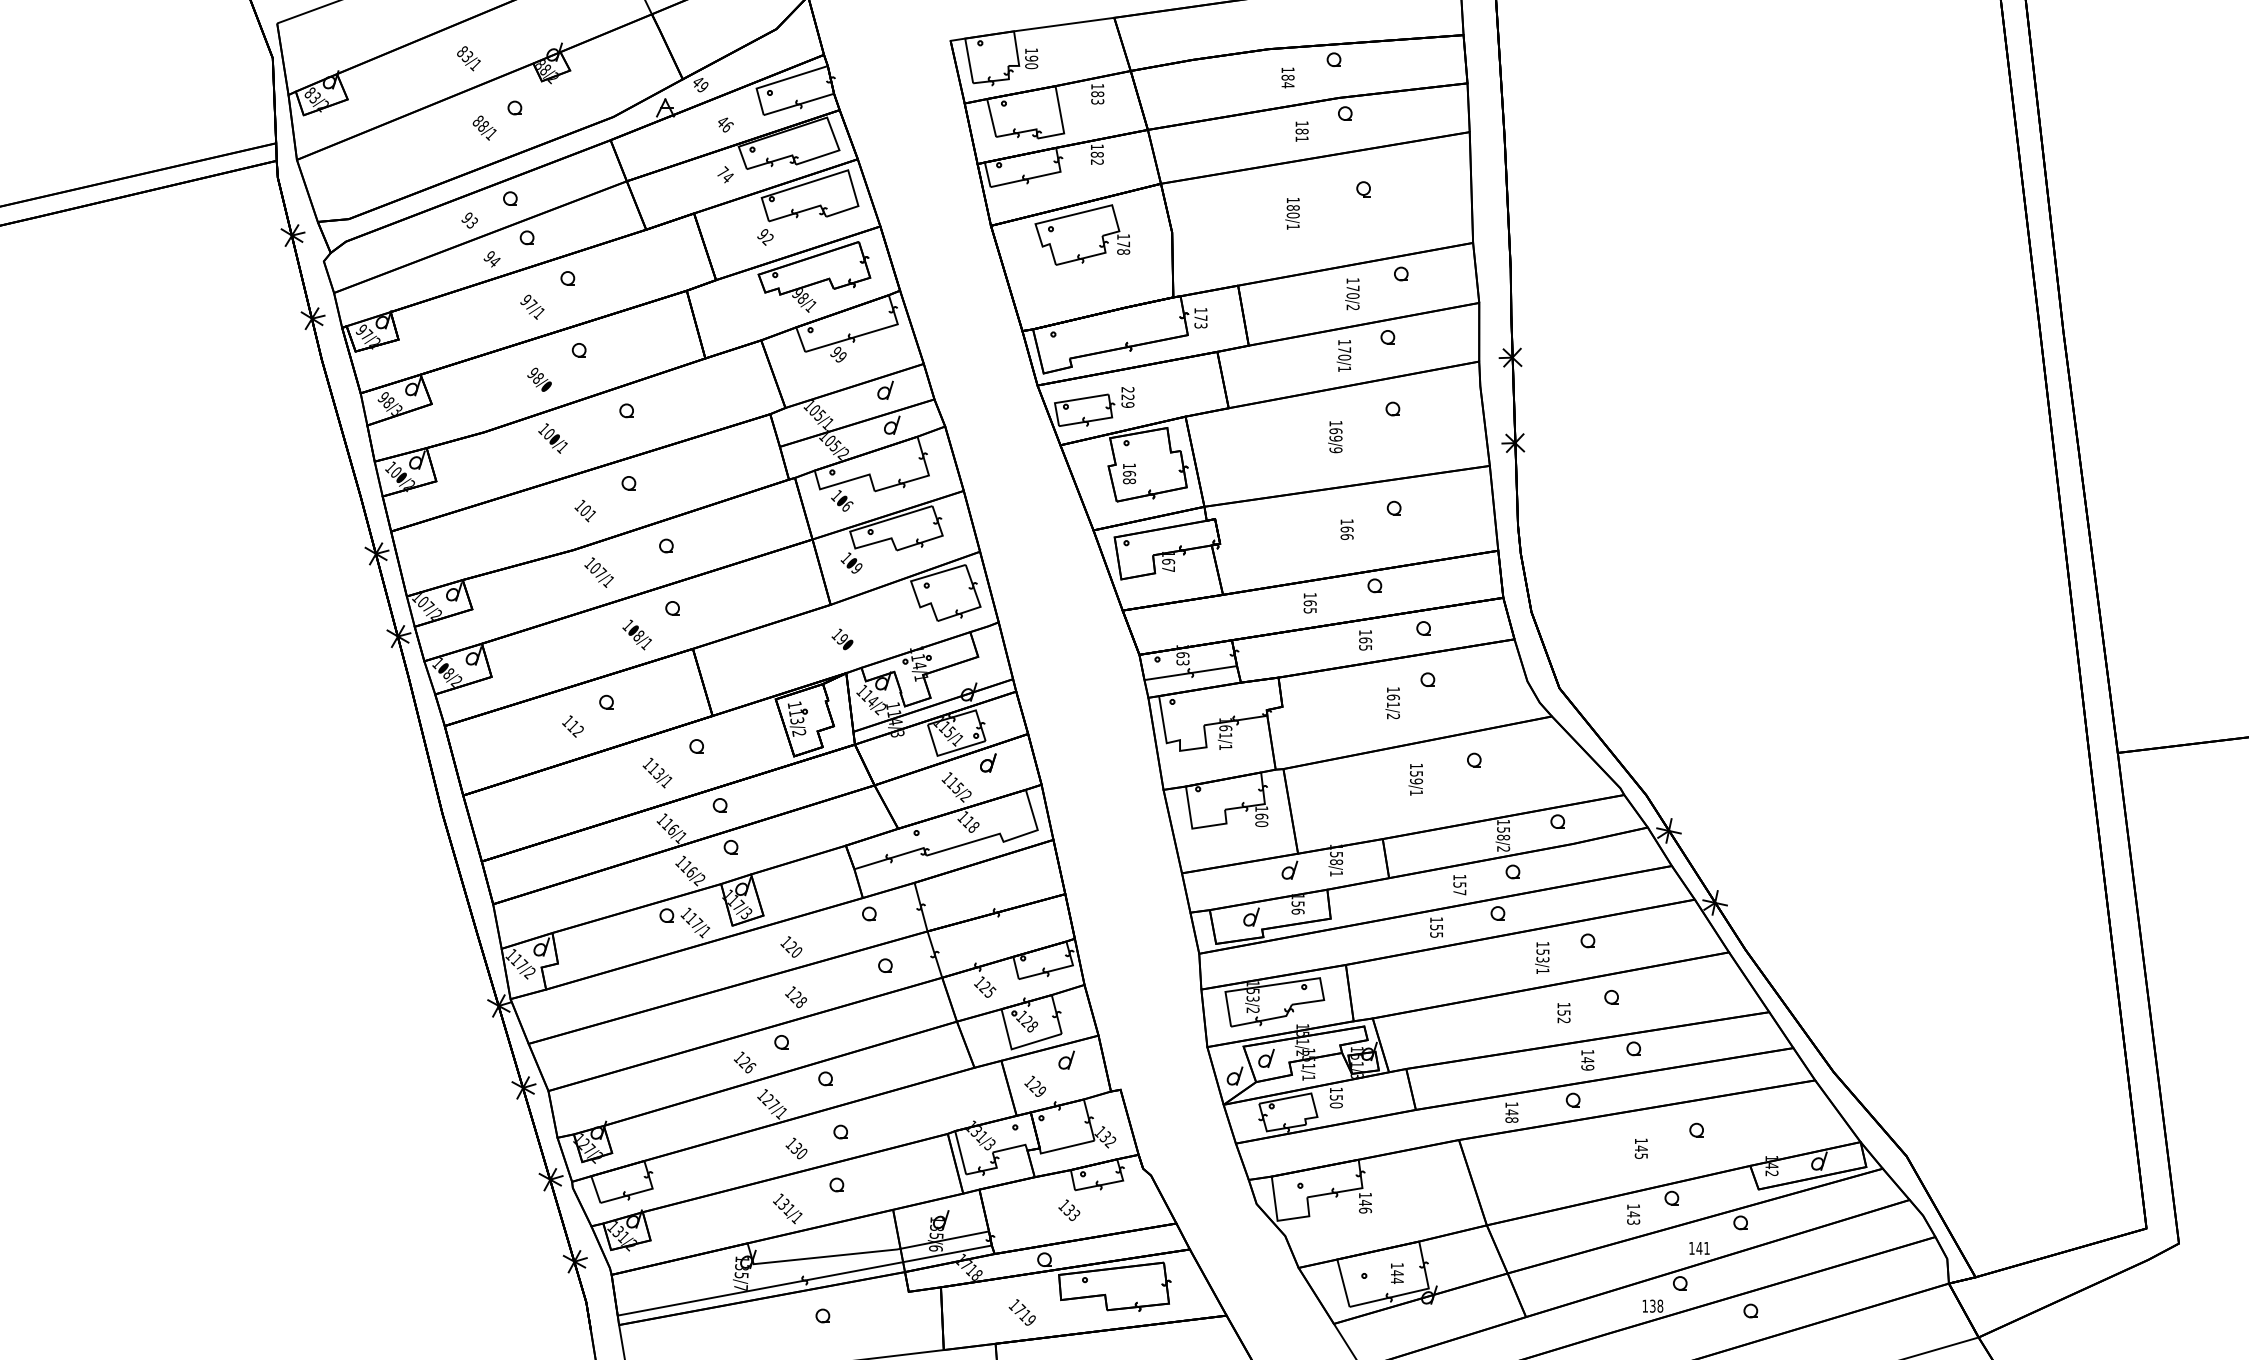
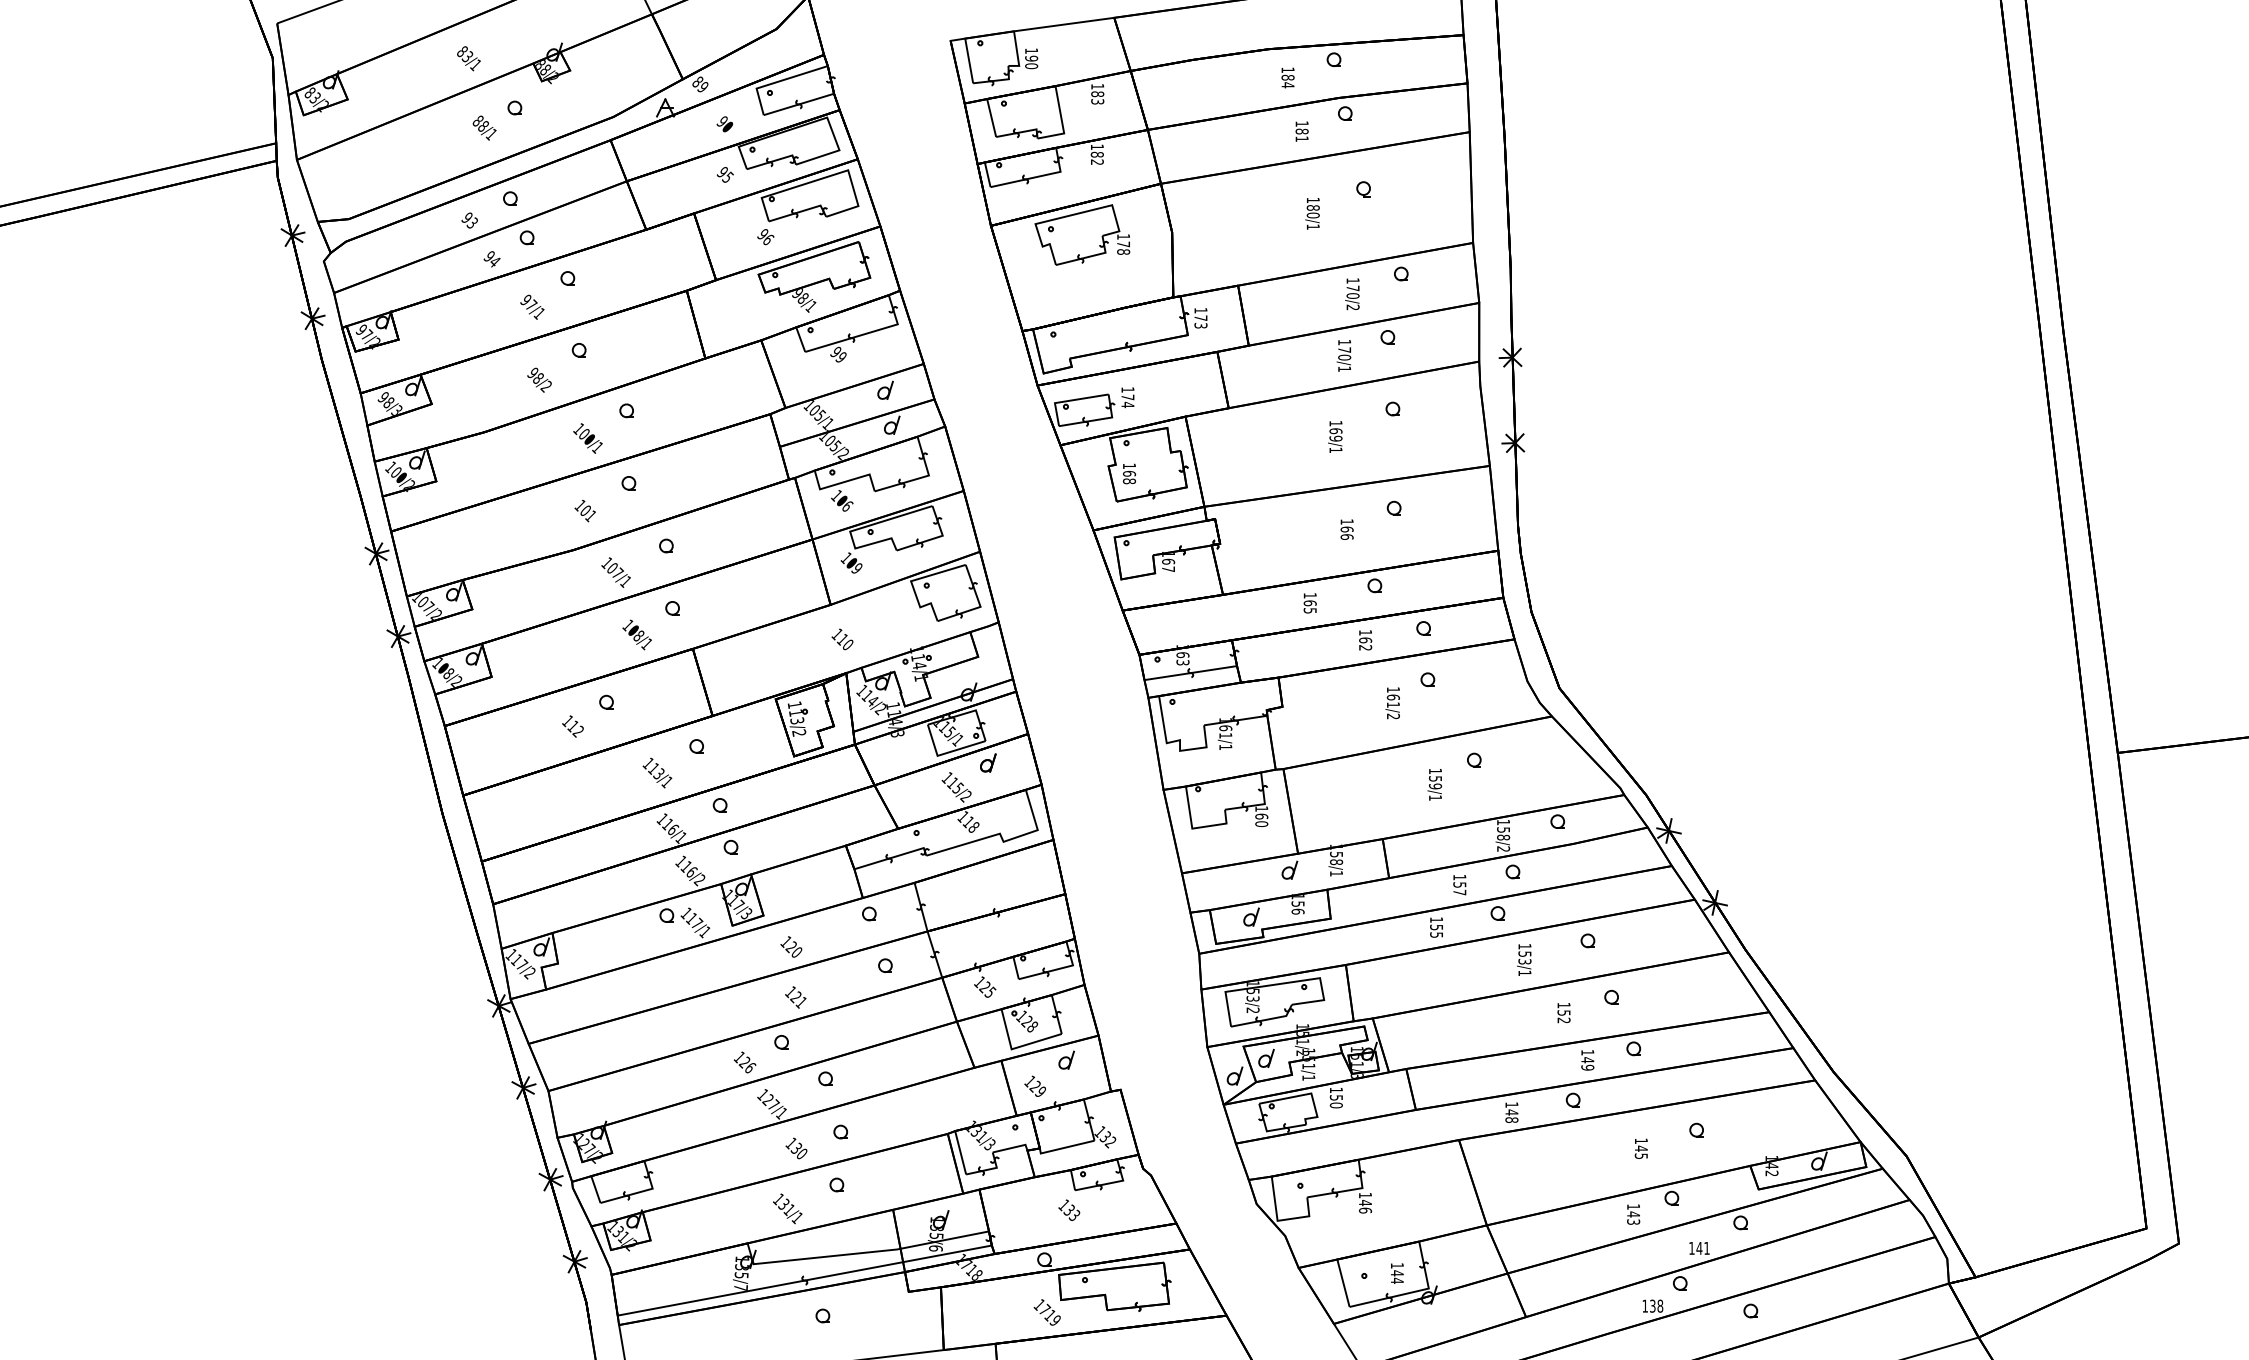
text at (697, 81): 49 -> 89
text at (724, 124): 46 -> 90
text at (724, 174): 74 -> 95
text at (1292, 213) position: (1292, 213) -> (1312, 213)
text at (768, 239): 92 -> 96
text at (545, 386): 98/0 -> 98/2
text at (1127, 397): 229 -> 174
text at (552, 438) position: (552, 438) -> (587, 438)
text at (1335, 450): 169/9 -> 169/1
text at (598, 572) position: (598, 572) -> (615, 572)
text at (844, 641): 190 -> 110
text at (1365, 647): 165 -> 162
text at (1415, 779) position: (1415, 779) -> (1434, 784)
text at (1542, 957) position: (1542, 957) -> (1524, 959)
text at (801, 1002): 128 -> 121
text at (1021, 1312) position: (1021, 1312) -> (1046, 1312)
